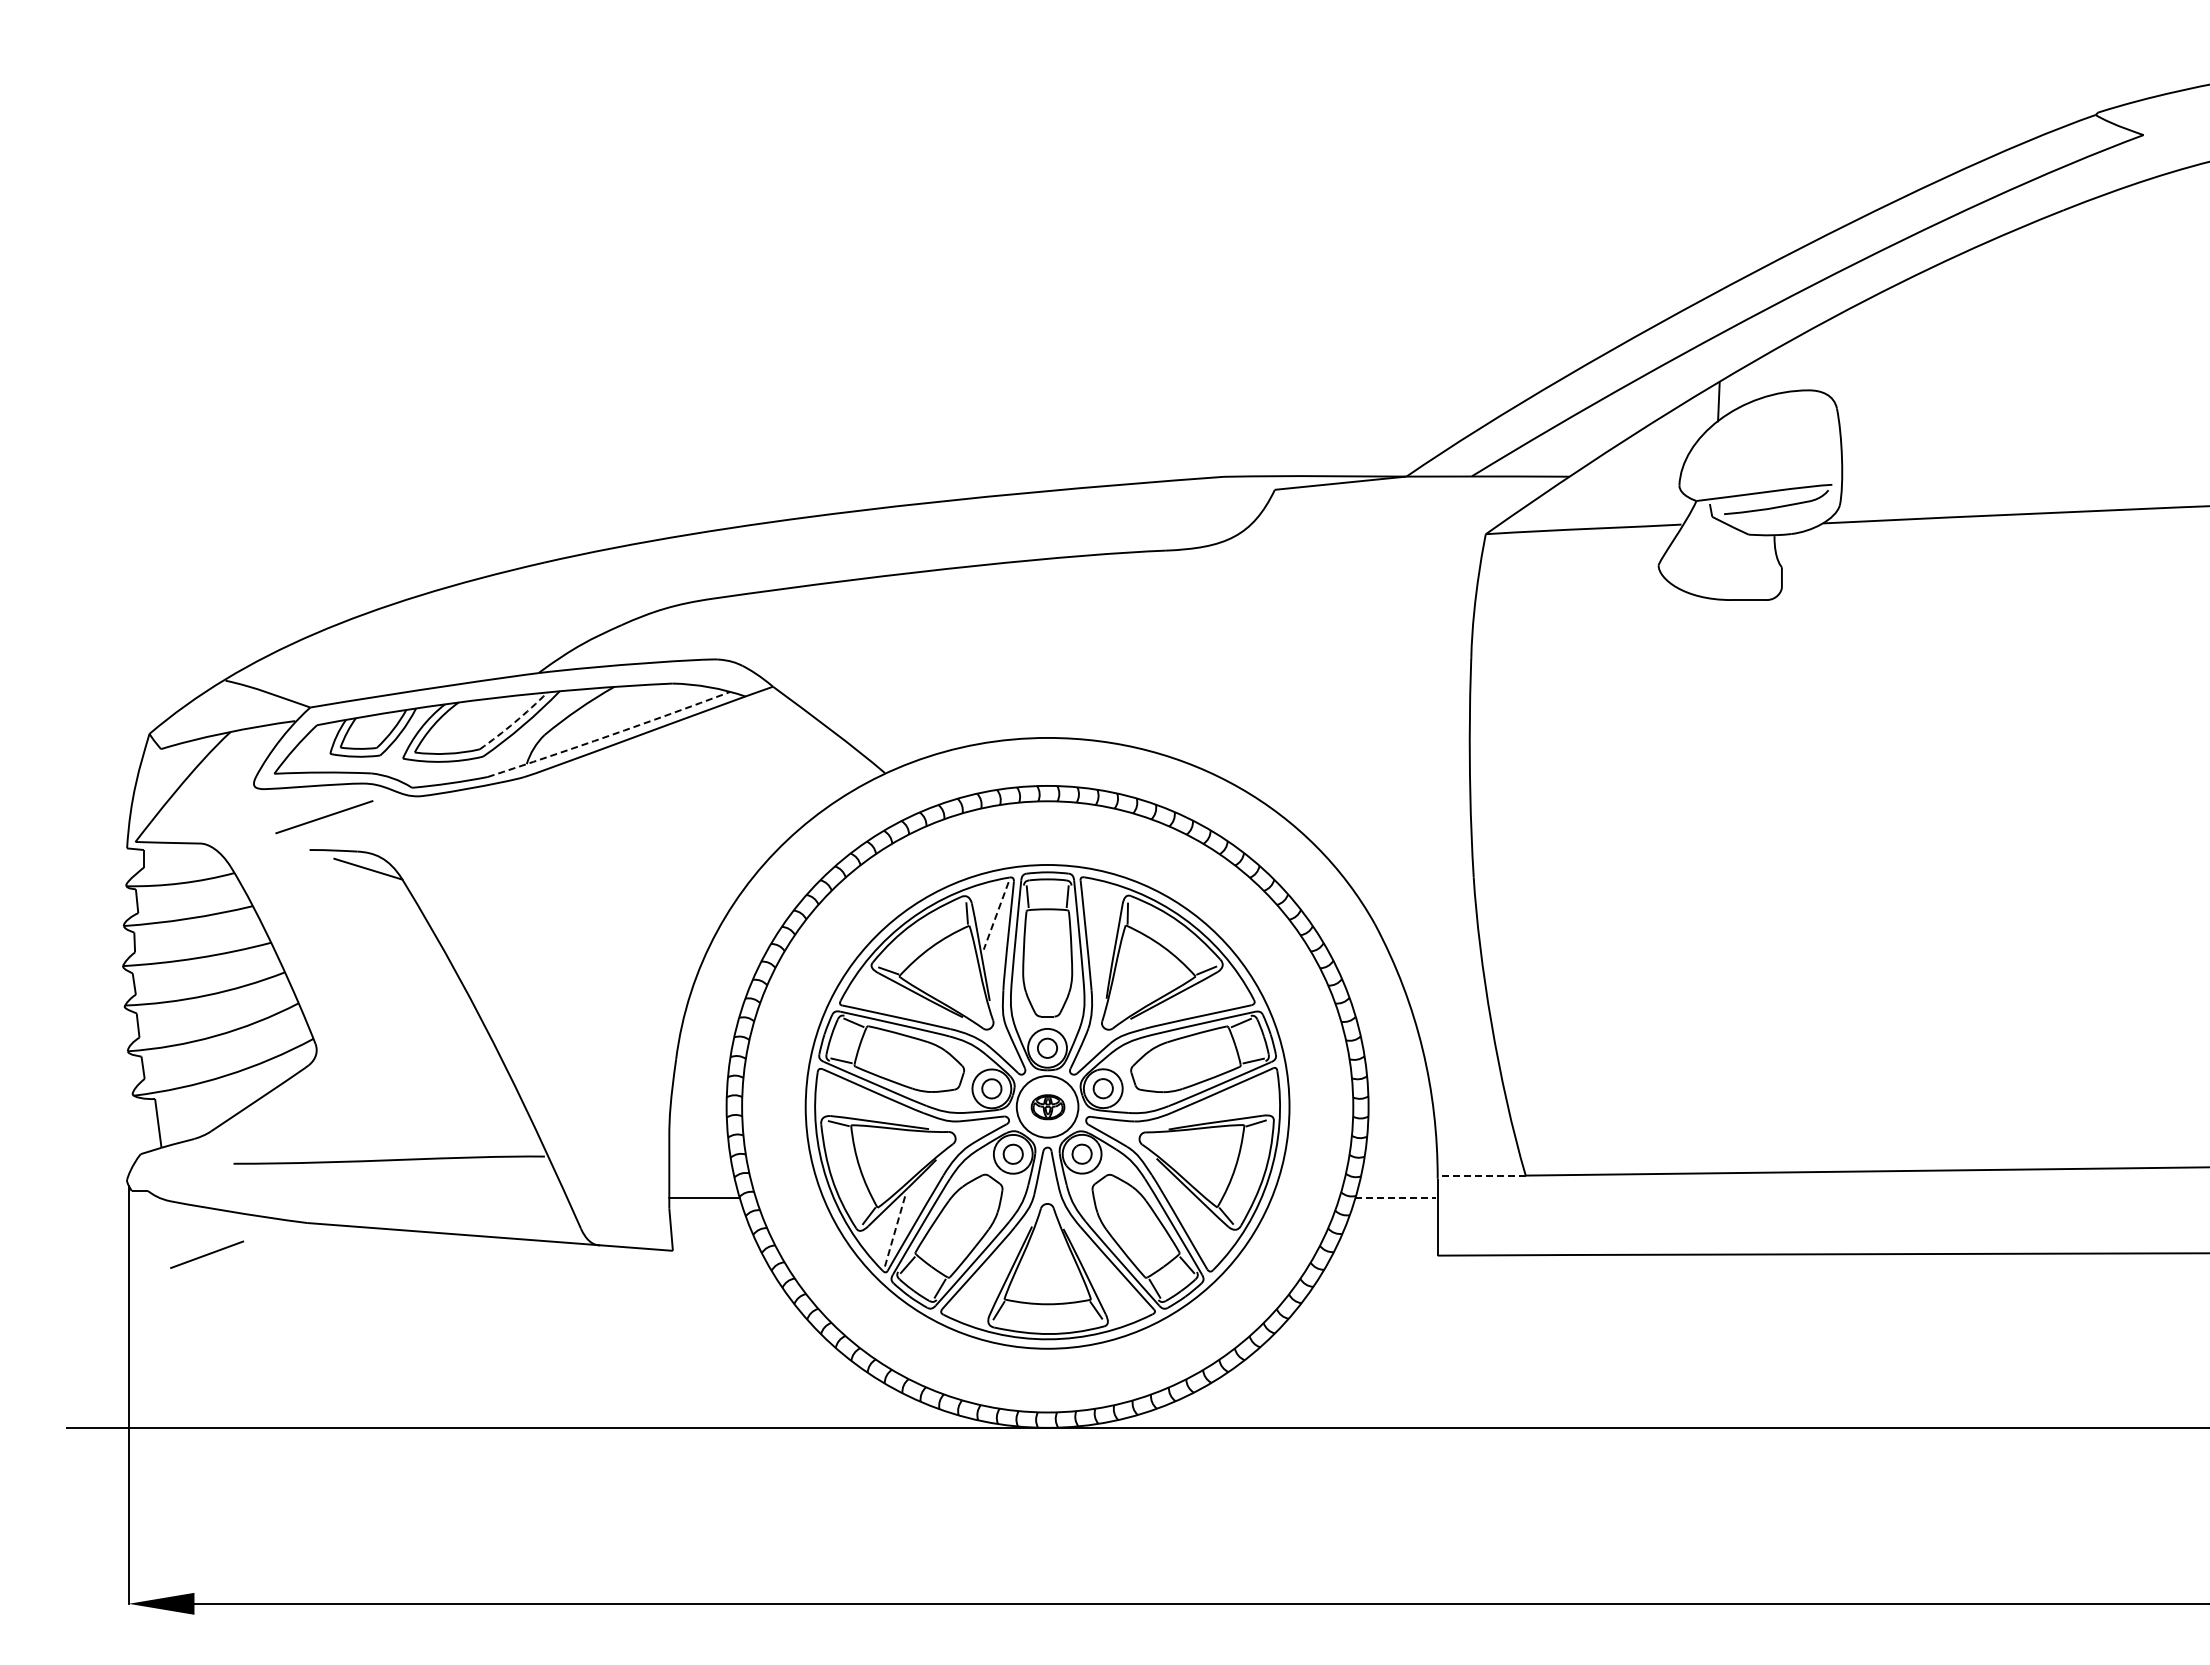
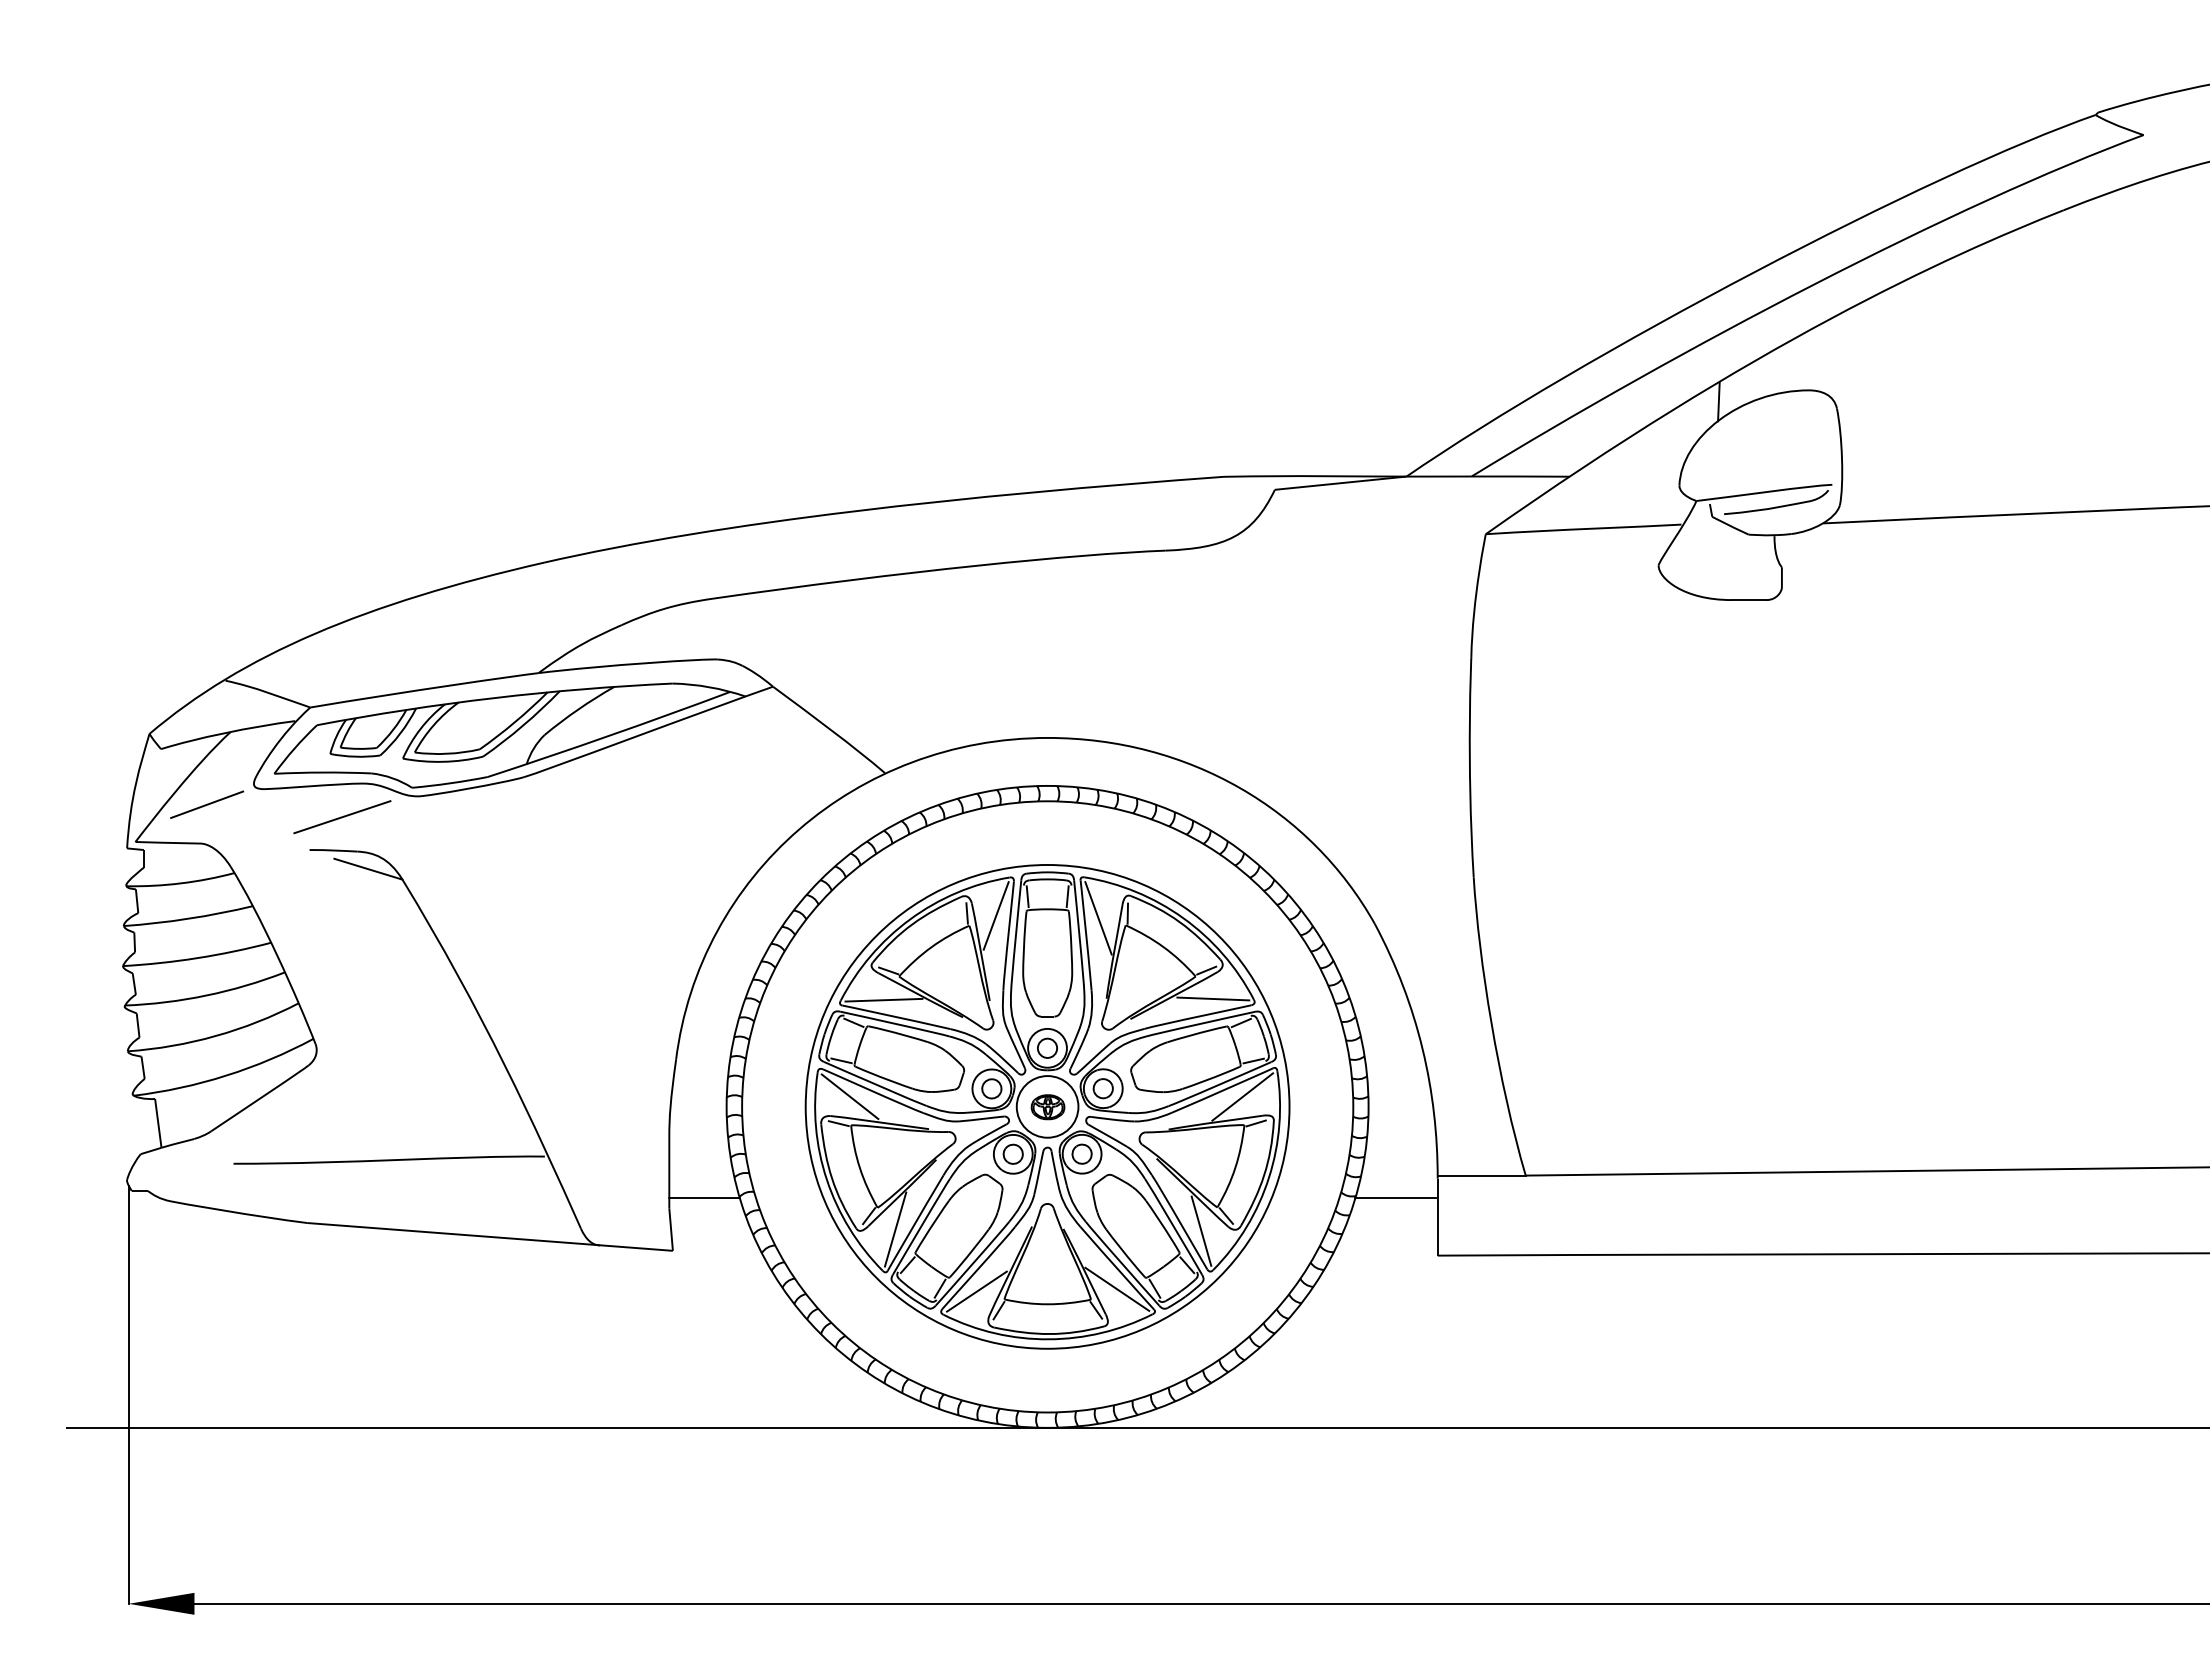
arc at (514, 722): dashed -> solid
arc at (609, 735): dashed -> solid
line at (324, 817) position: (324, 817) -> (342, 817)
line at (996, 915): dashed -> solid
line at (1098, 918): none -> present
line at (1213, 998): none -> present
line at (883, 999): none -> present
line at (849, 1096): none -> present
line at (1242, 1096): none -> present
line at (1481, 1175): dashed -> solid
line at (1396, 1198): dashed -> solid
line at (895, 1229): dashed -> solid
line at (1201, 1230): none -> present
line at (207, 1254) position: (207, 1254) -> (207, 804)
line at (1117, 1288): none -> present
line at (976, 1291): none -> present
